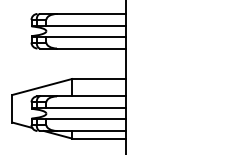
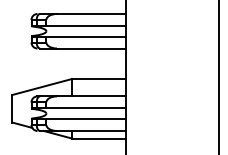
line at (219, 76): none -> present
